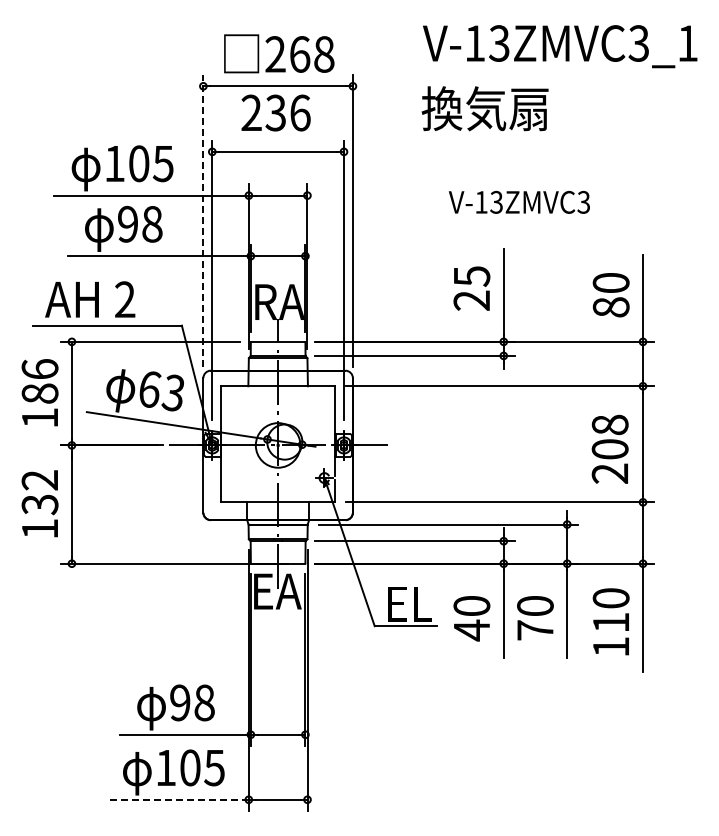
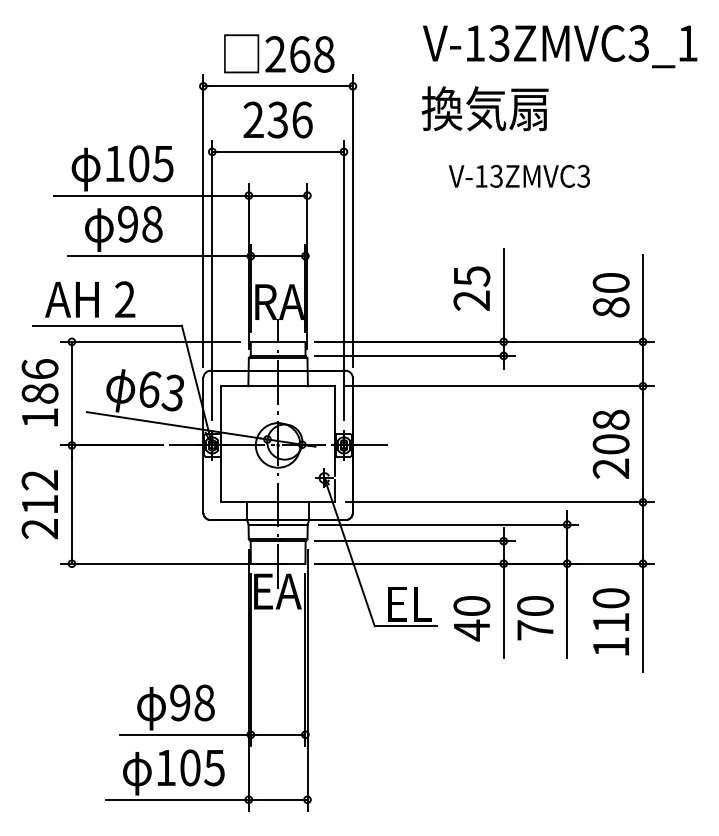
text at (275, 112) position: (275, 112) -> (277, 119)
text at (518, 201) position: (518, 201) -> (518, 175)
line at (203, 221): dashed -> solid
text at (609, 448) position: (609, 448) -> (610, 443)
text at (39, 516): 132 -> 212
line at (177, 799): dashed -> solid
